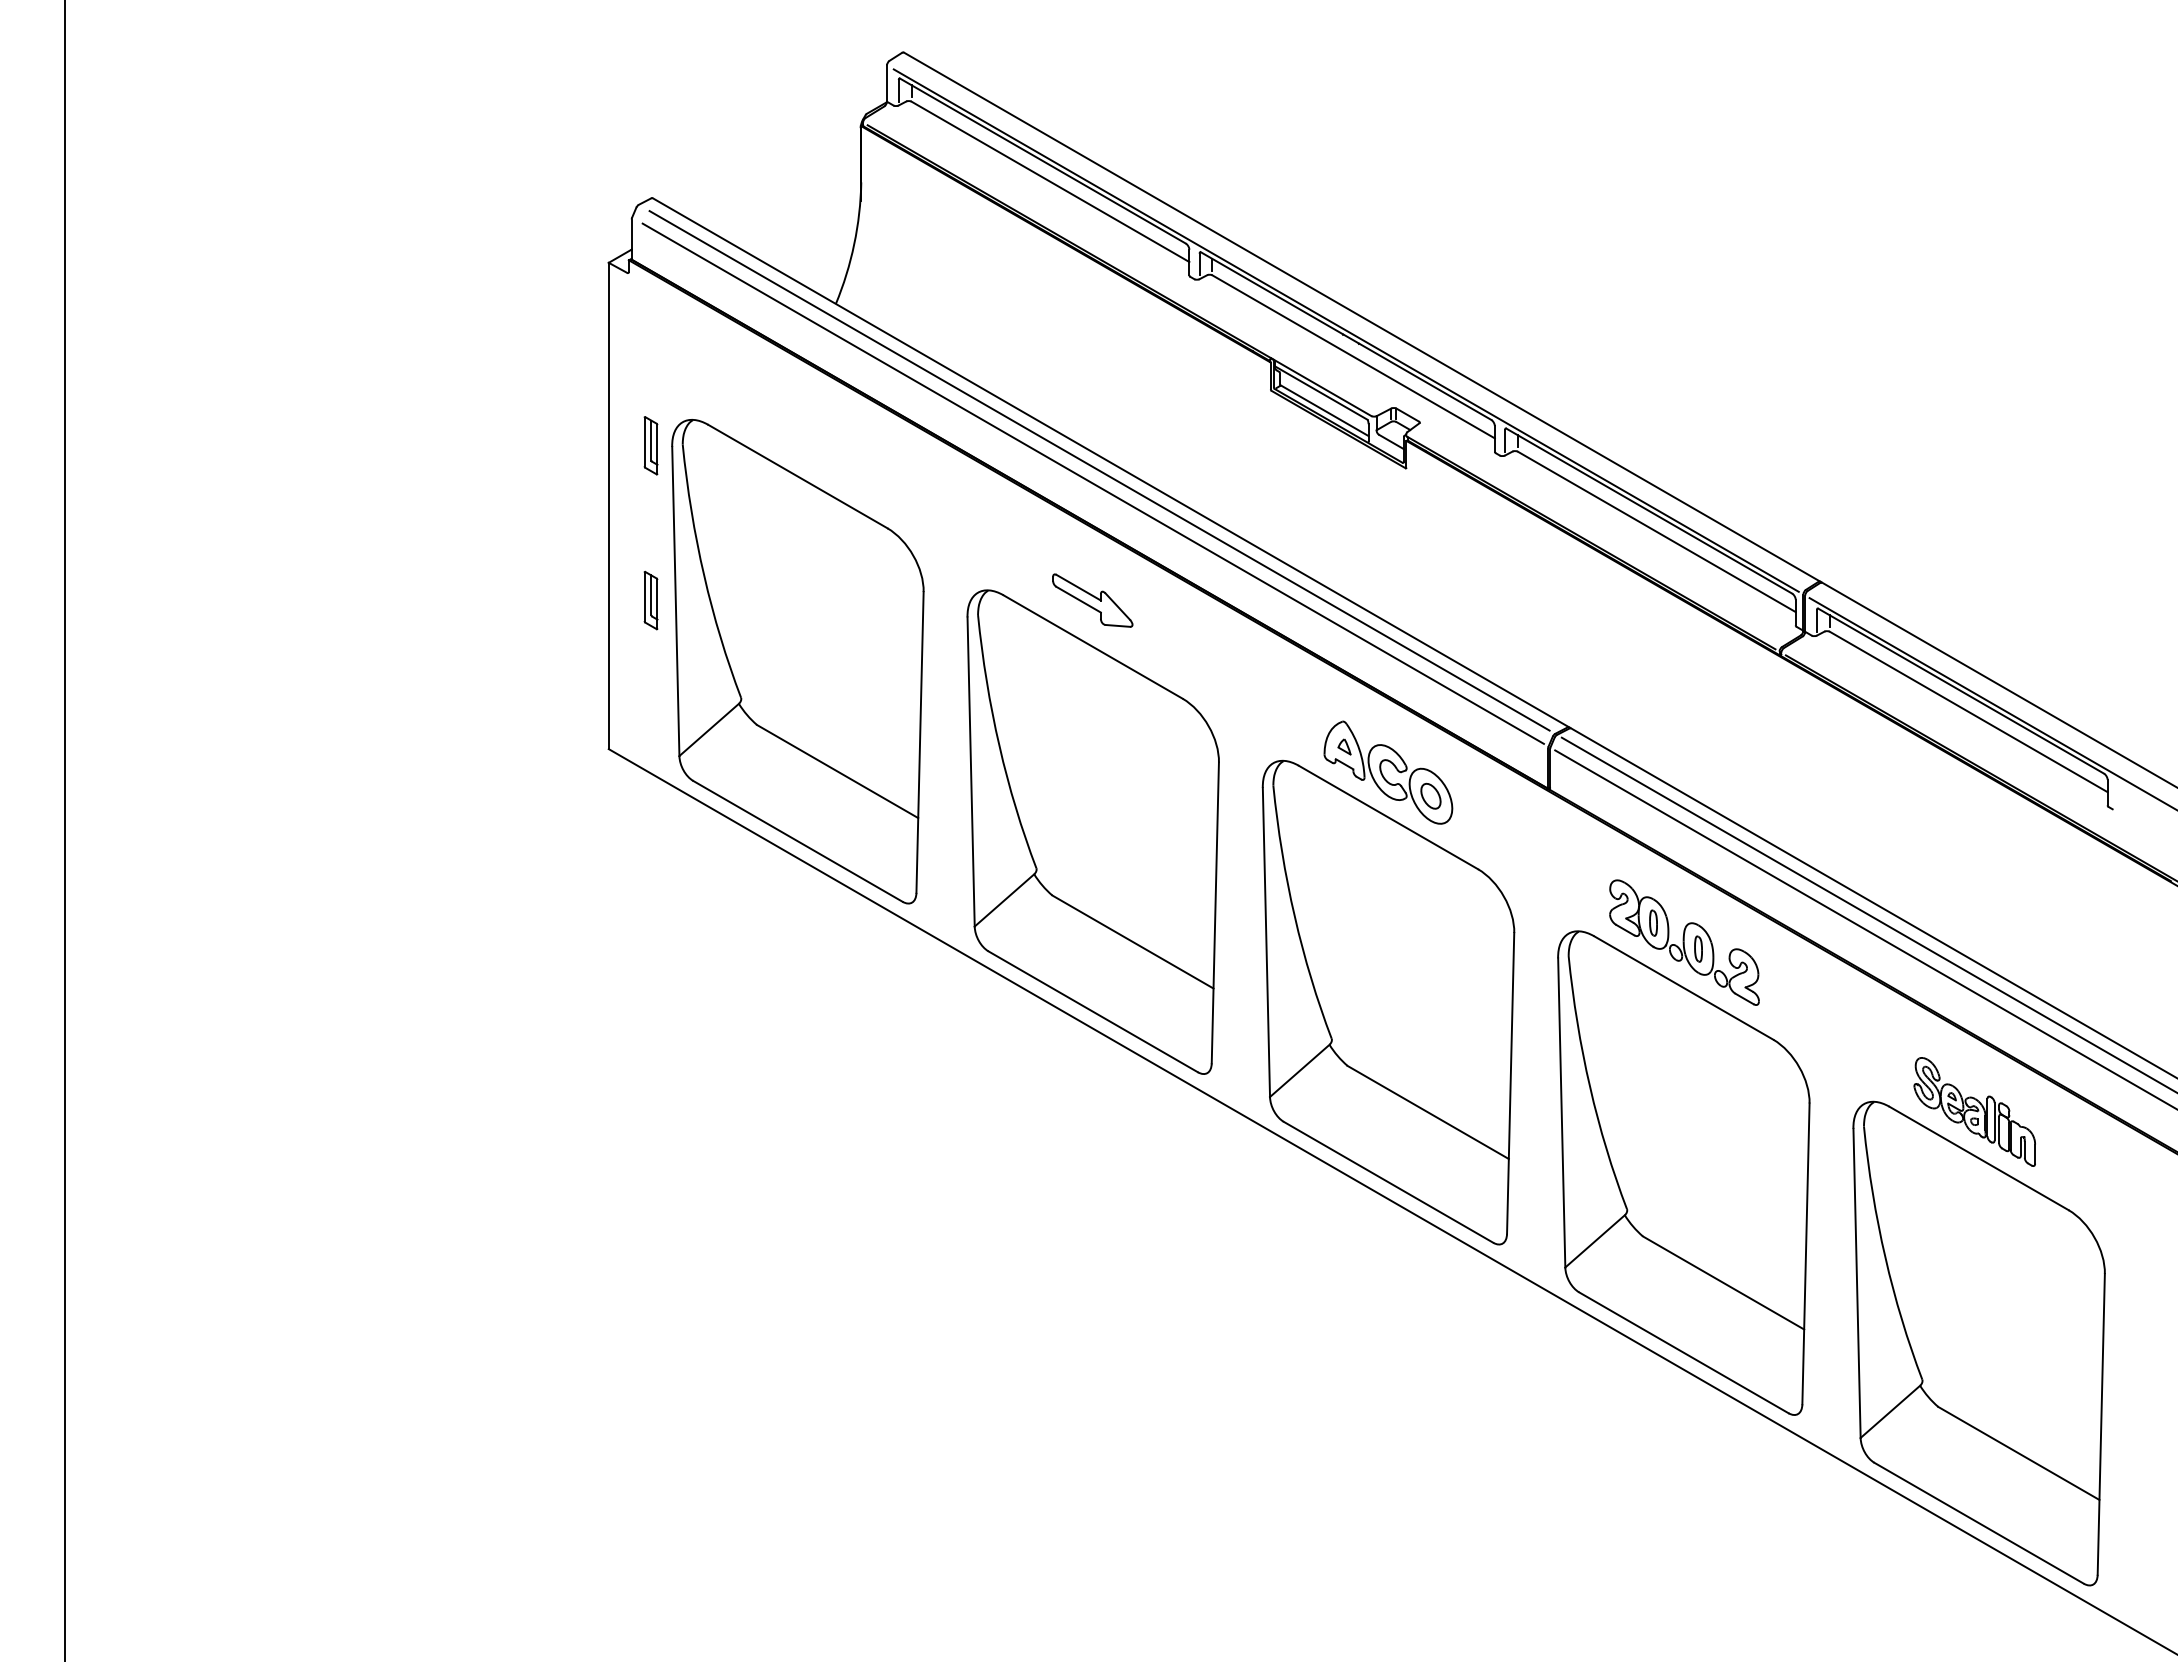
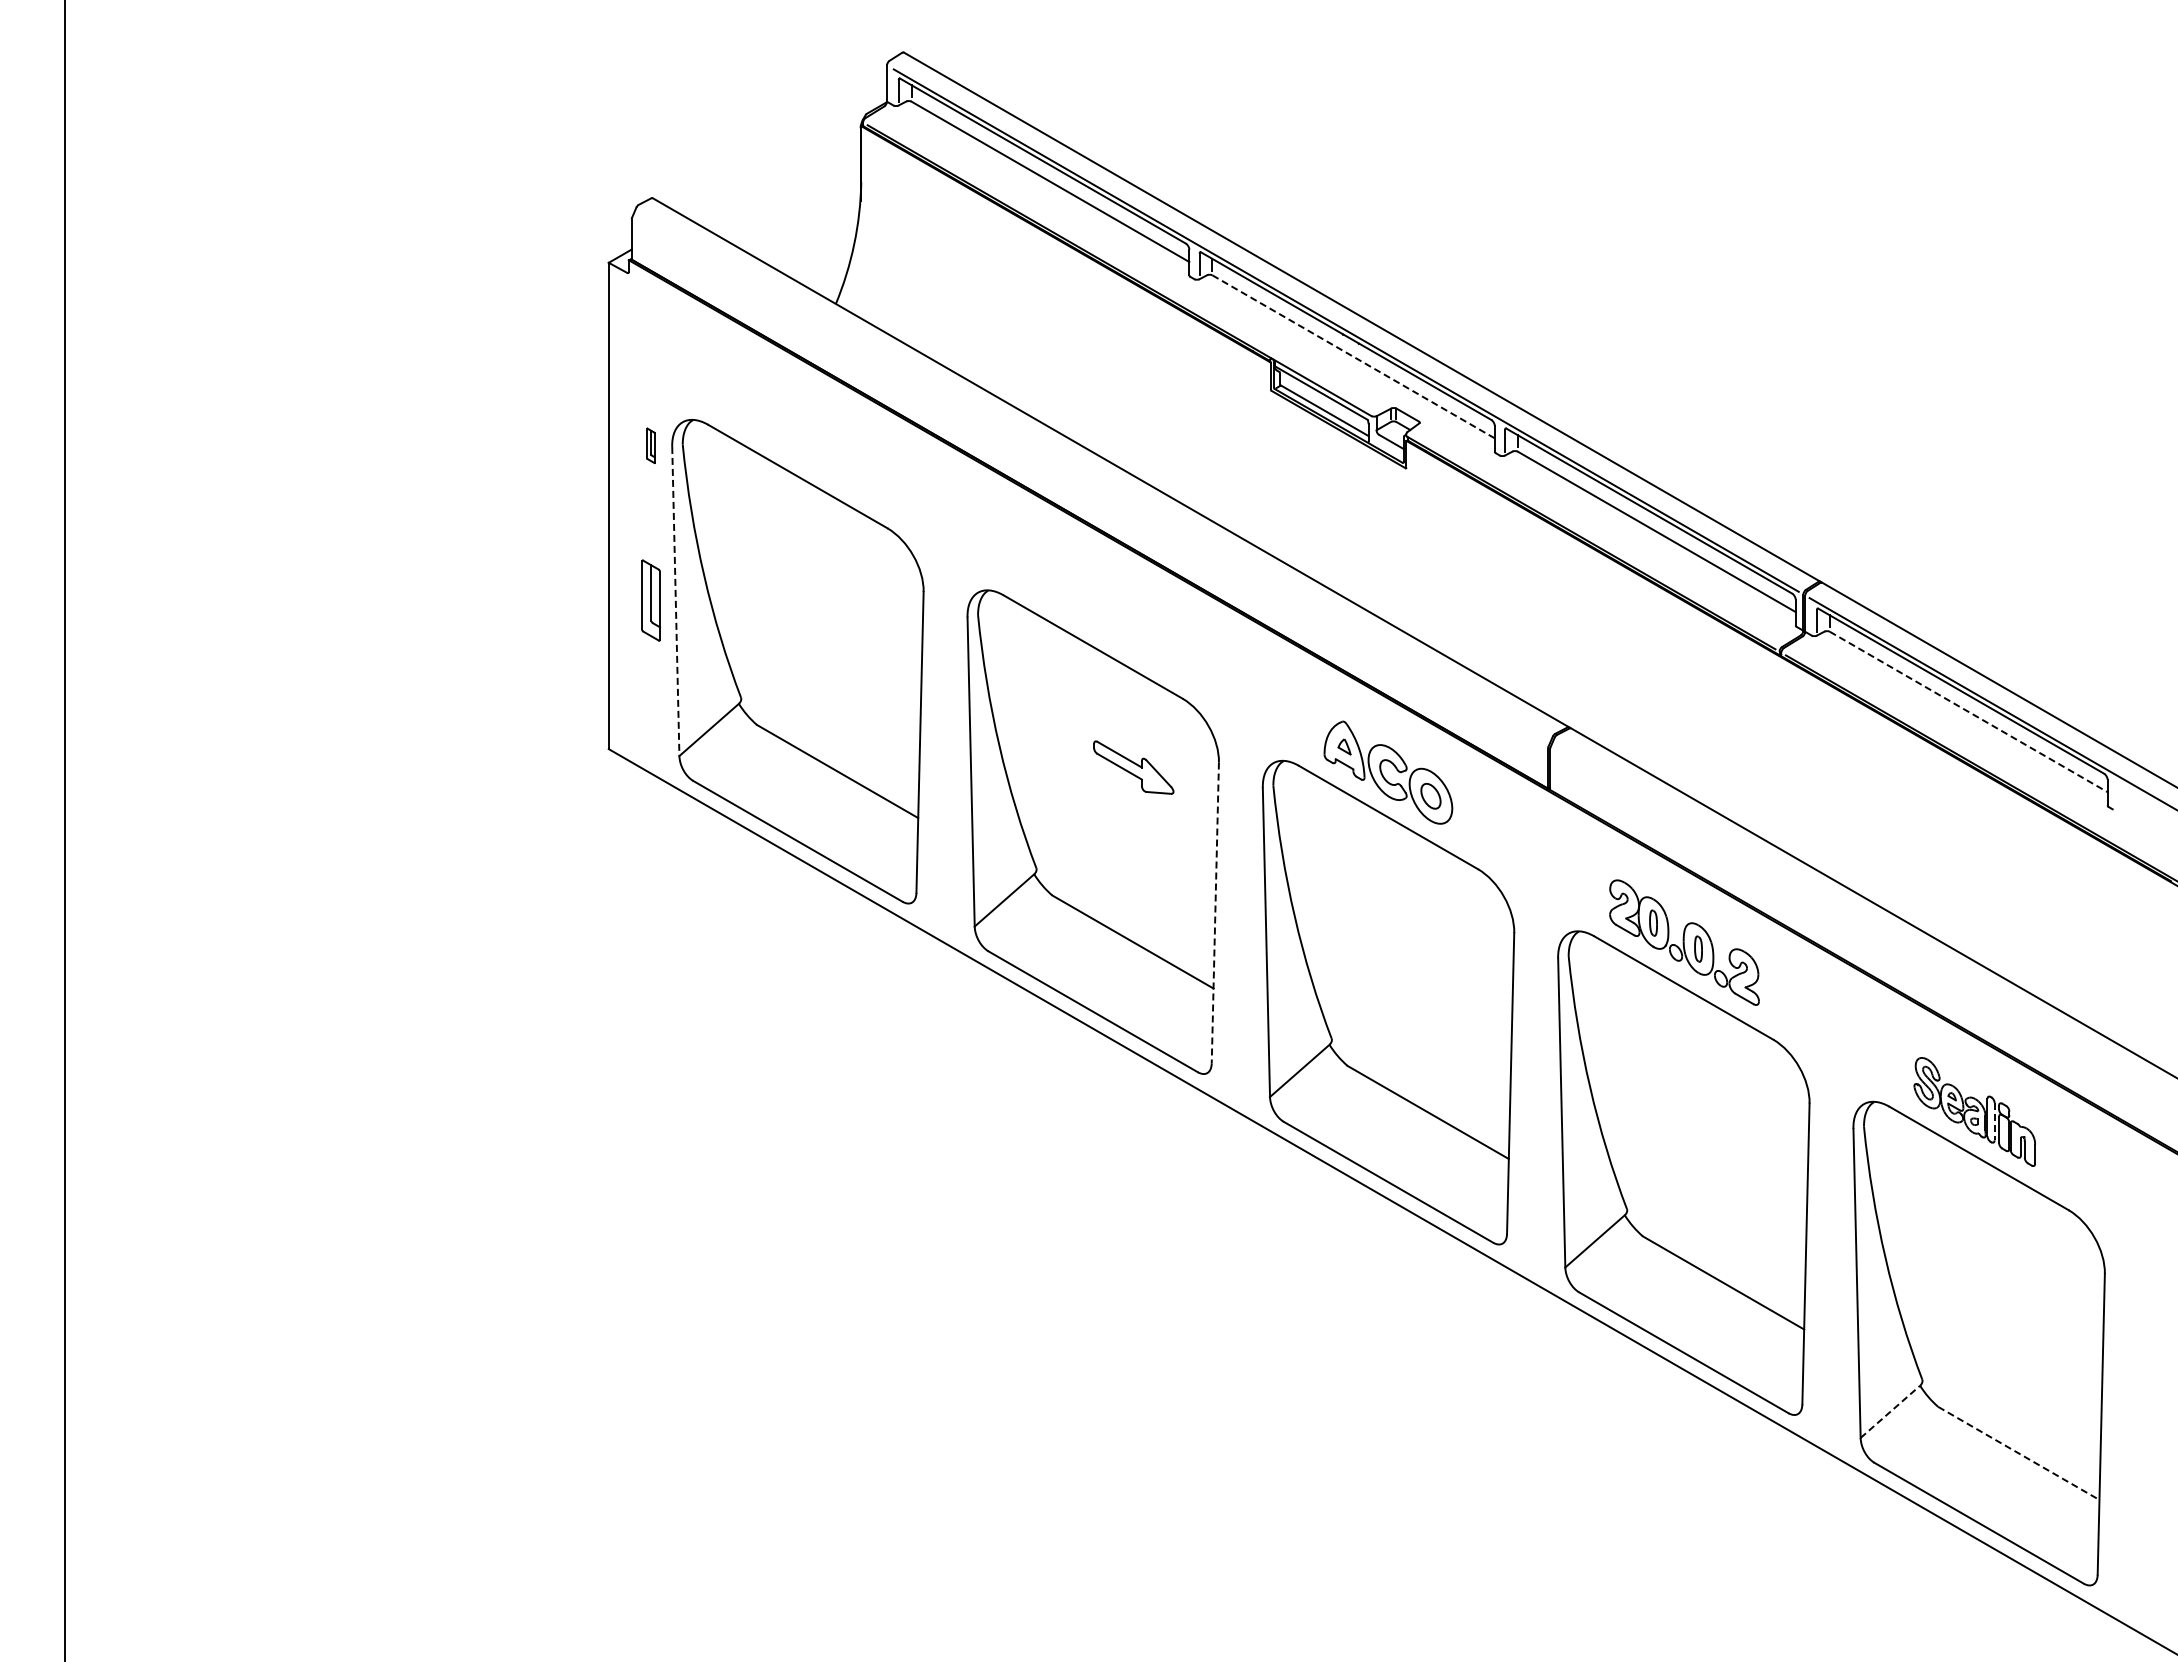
line at (1354, 357): solid -> dashed
part at (650, 445) size: 16x60 px -> 10x38 px
line at (1099, 470): present -> none
line at (1092, 483): present -> none
part at (650, 600) size: 16x61 px -> 20x83 px
part at (1092, 600) position: (1092, 600) -> (1133, 767)
line at (675, 601): solid -> dashed
line at (1969, 712): solid -> dashed
line at (1215, 913): solid -> dashed
line at (1867, 914): present -> none
line at (1864, 929): present -> none
line at (1994, 1121): solid -> dashed
line at (1890, 1411): solid -> dashed
line at (2019, 1453): solid -> dashed
